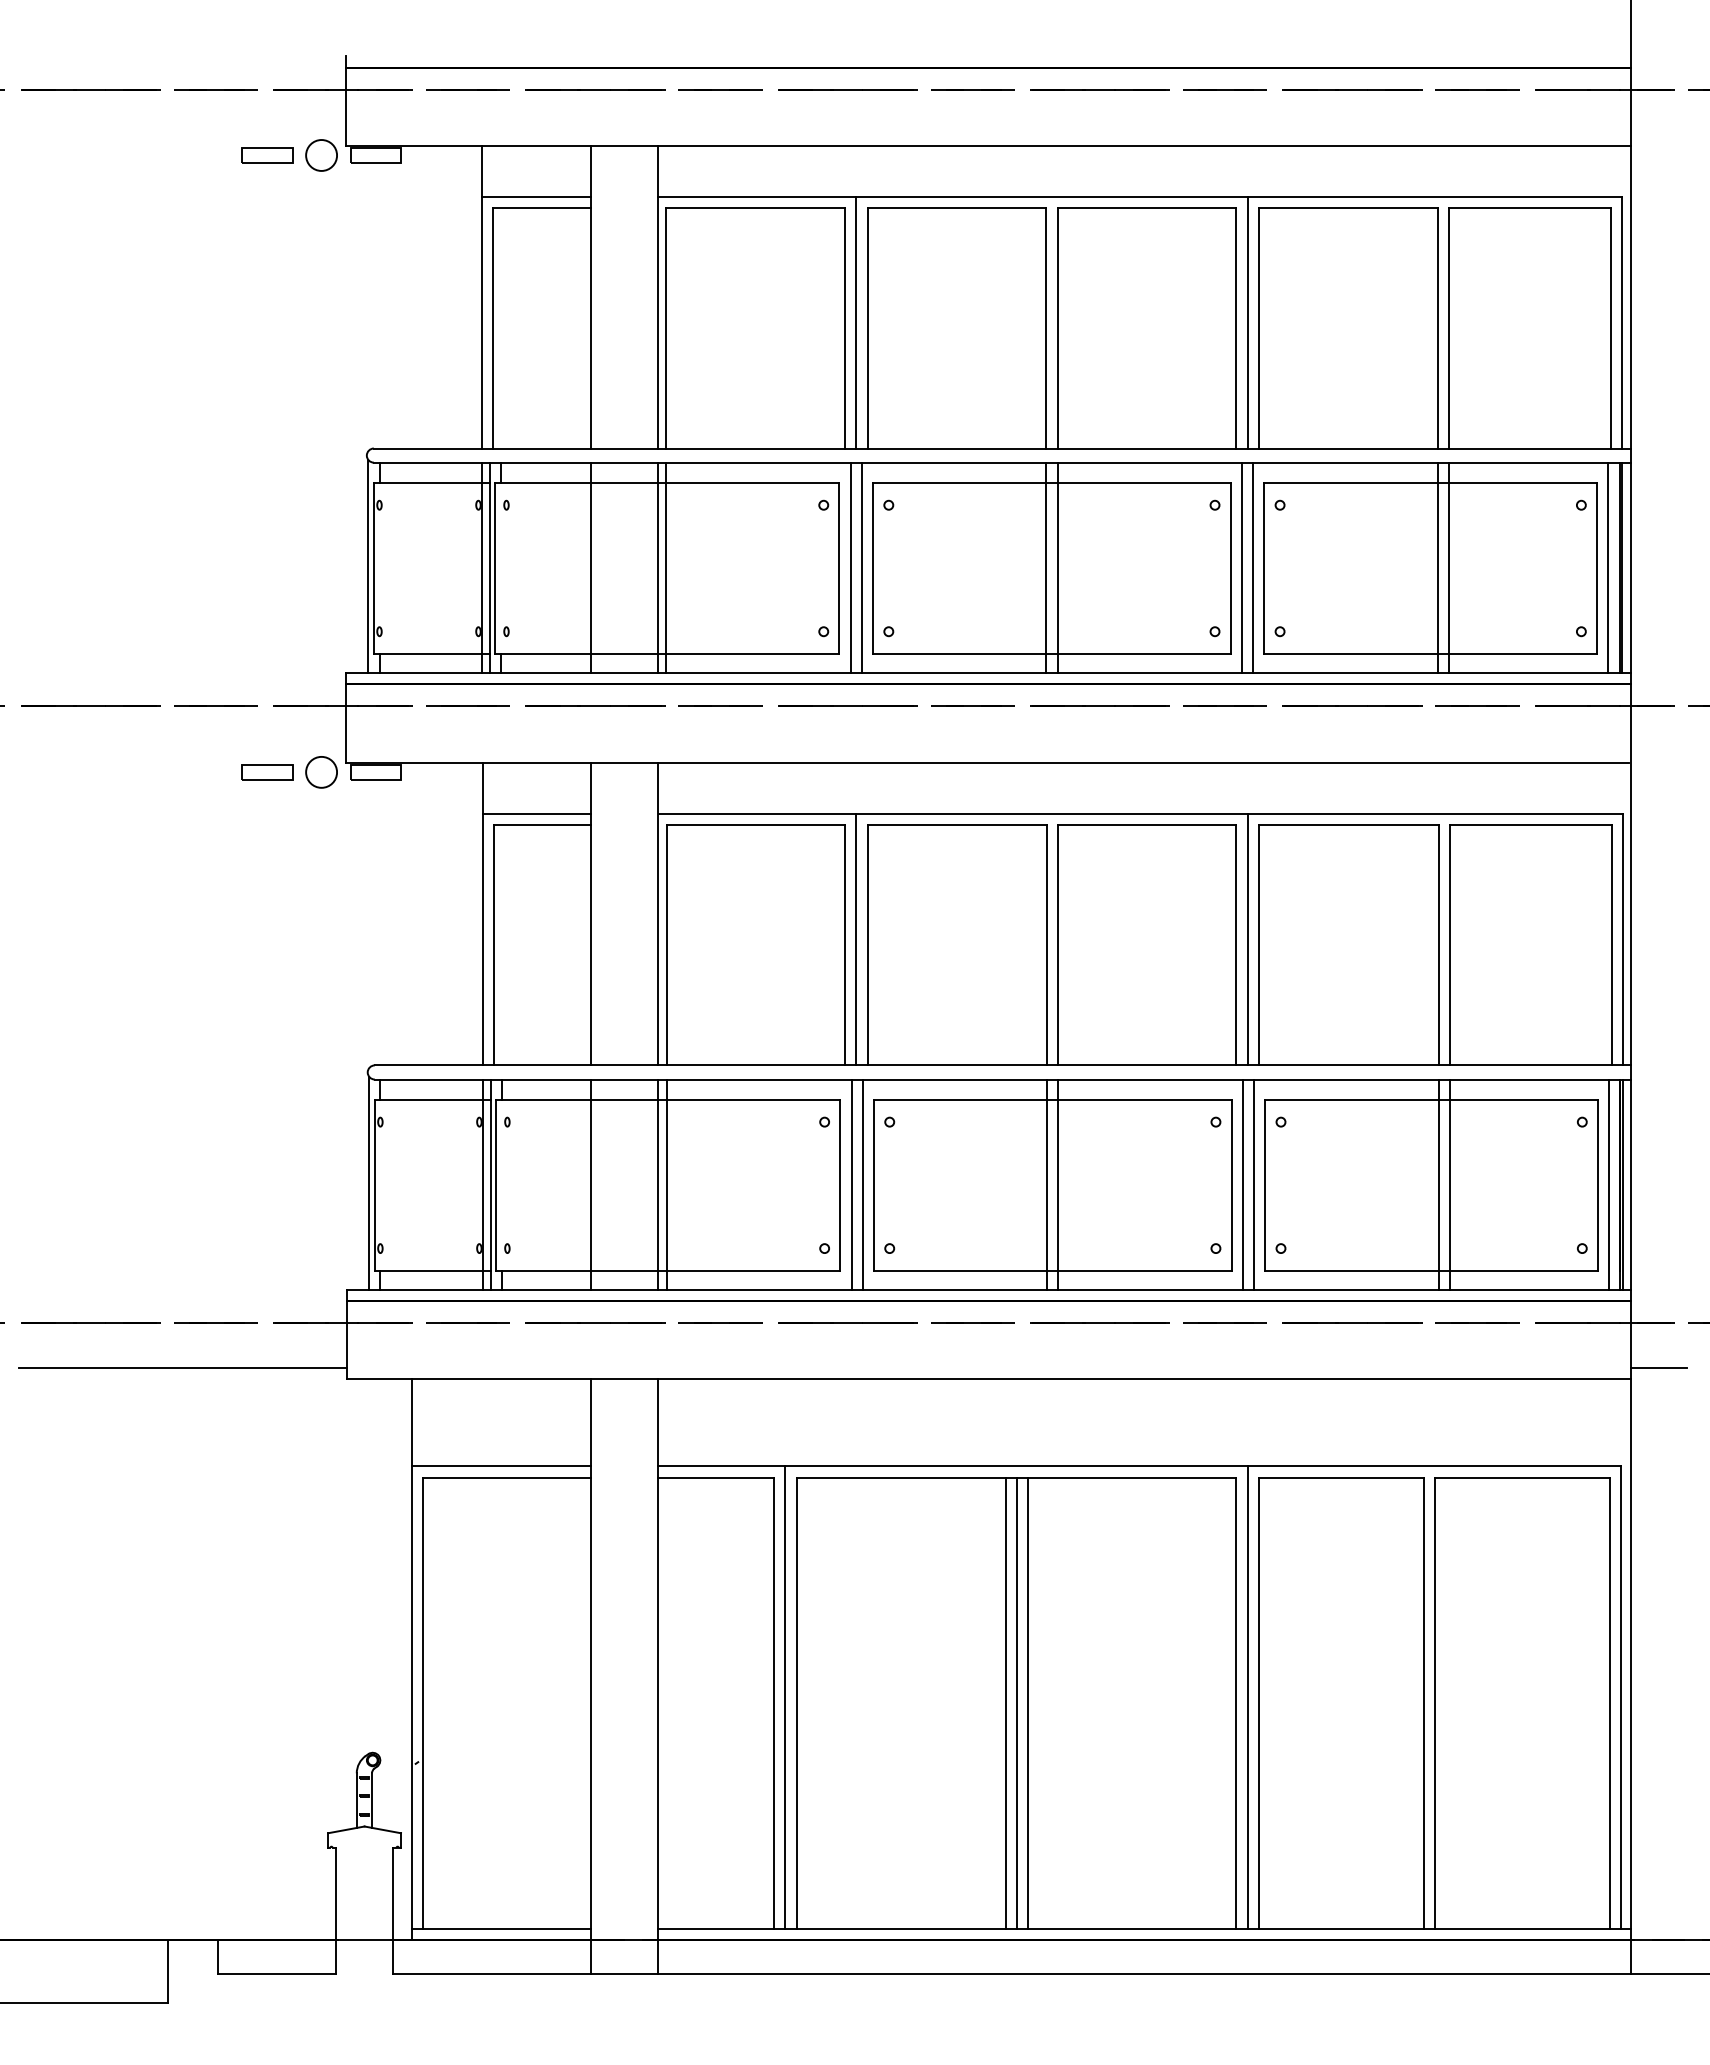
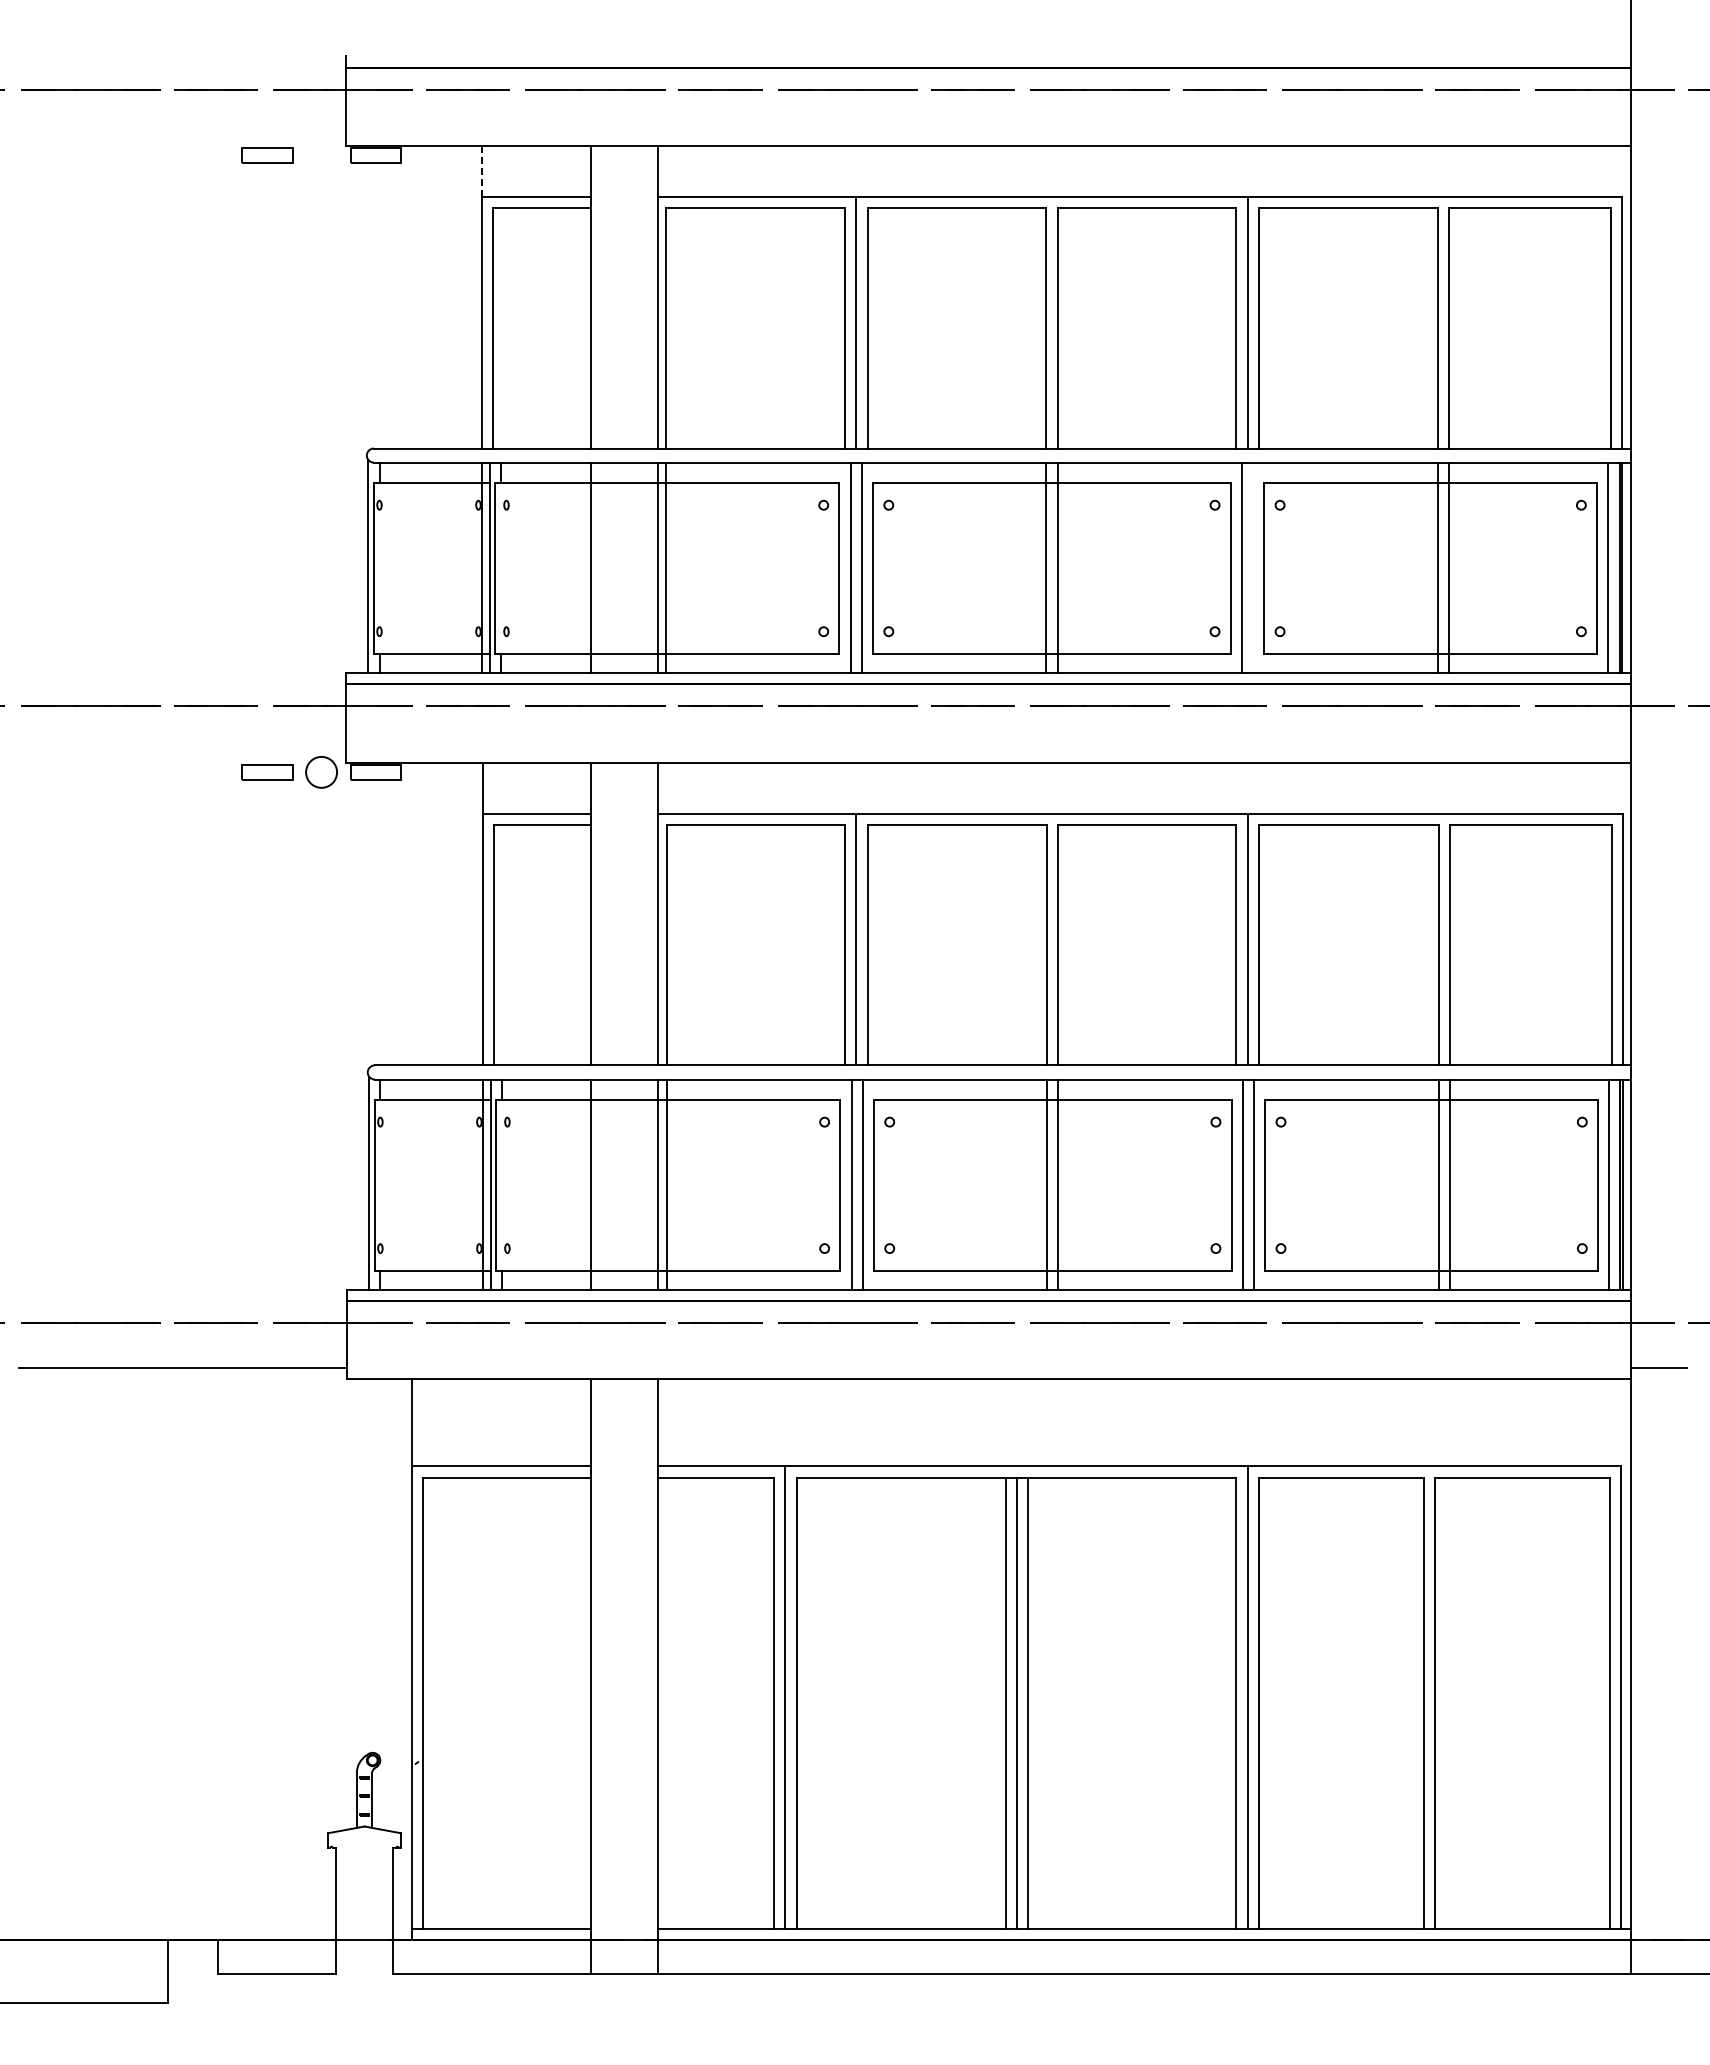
circle at (321, 155): present -> none
line at (481, 171): solid -> dashed
line at (1253, 567): present -> none
